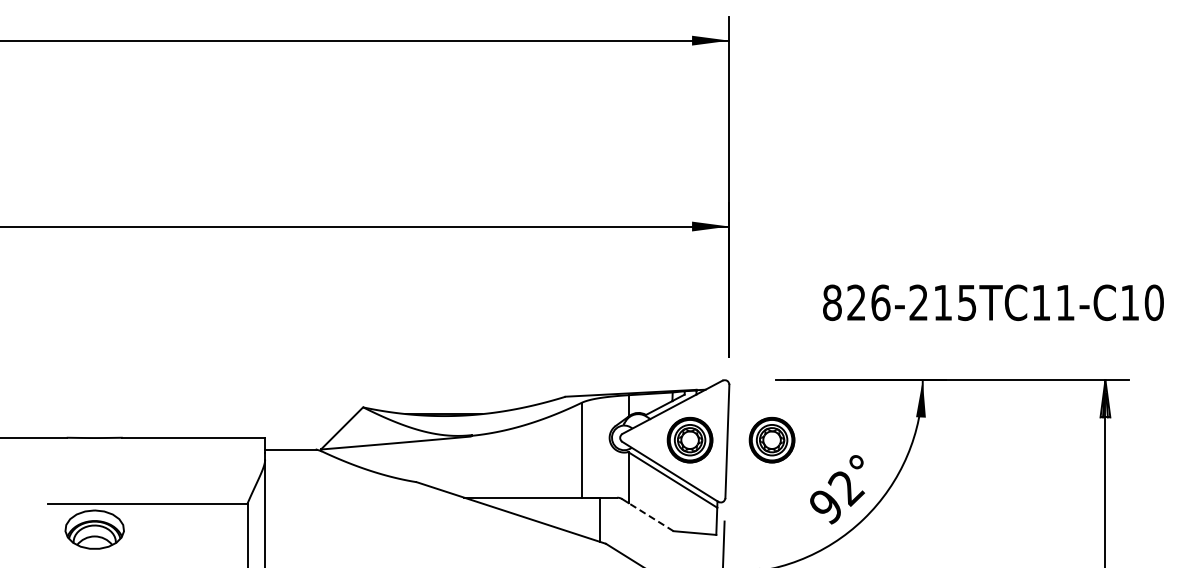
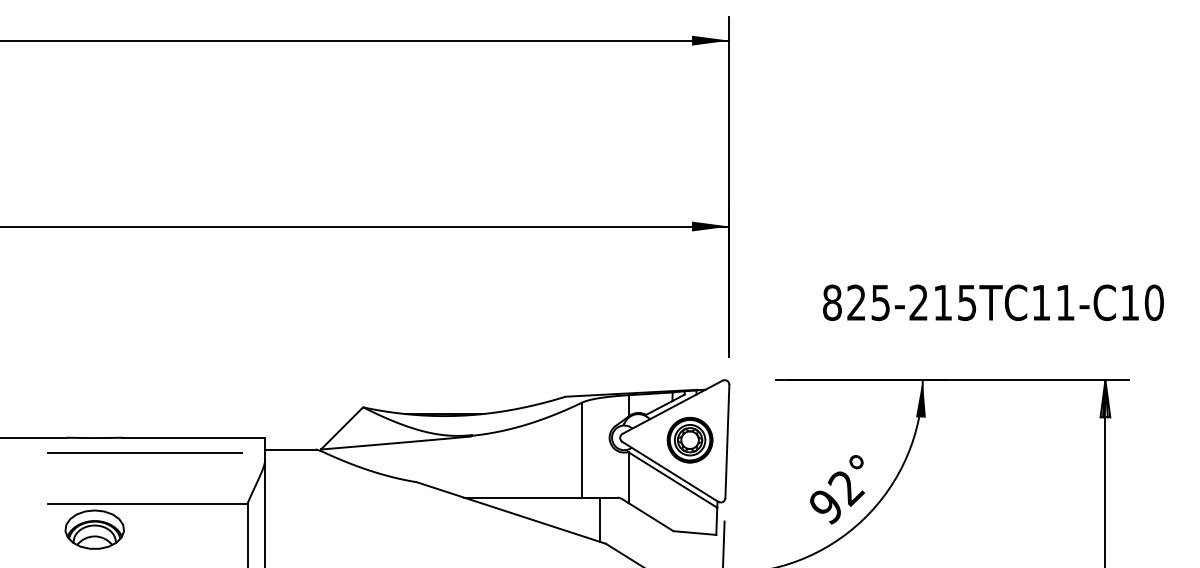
text at (880, 302): 826-215TC11-C10 -> 825-215TC11-C10
part at (771, 440): present -> none
line at (144, 452): none -> present
line at (651, 517): dashed -> solid
